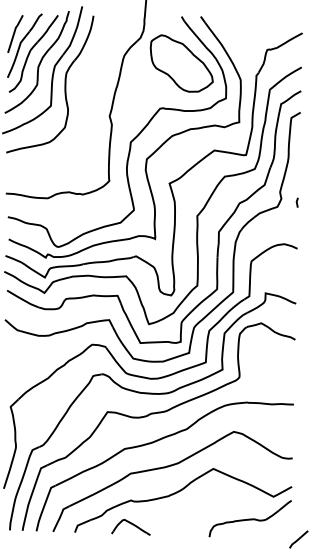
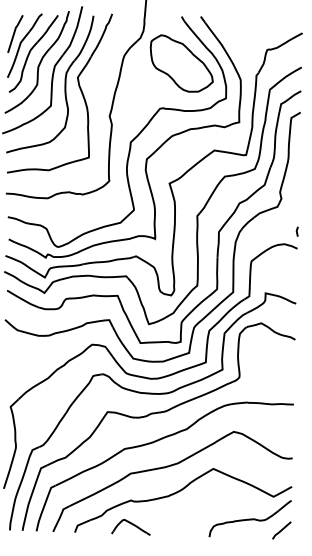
part at (78, 86): none -> present
line at (296, 202) position: (296, 202) -> (296, 231)
line at (298, 539) position: (298, 539) -> (281, 530)
